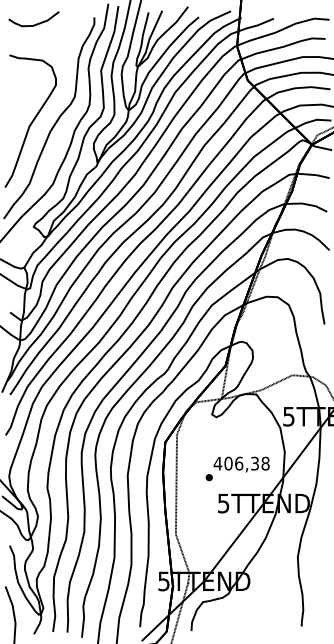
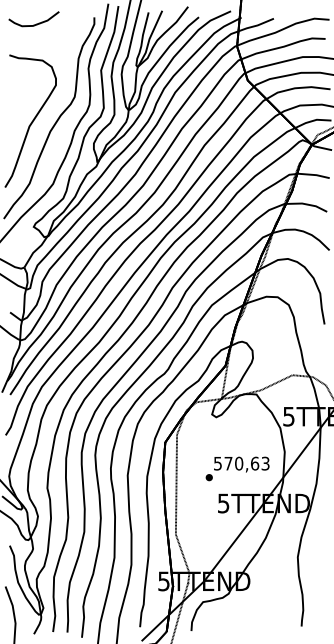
text at (241, 463): 406,38 -> 570,63
